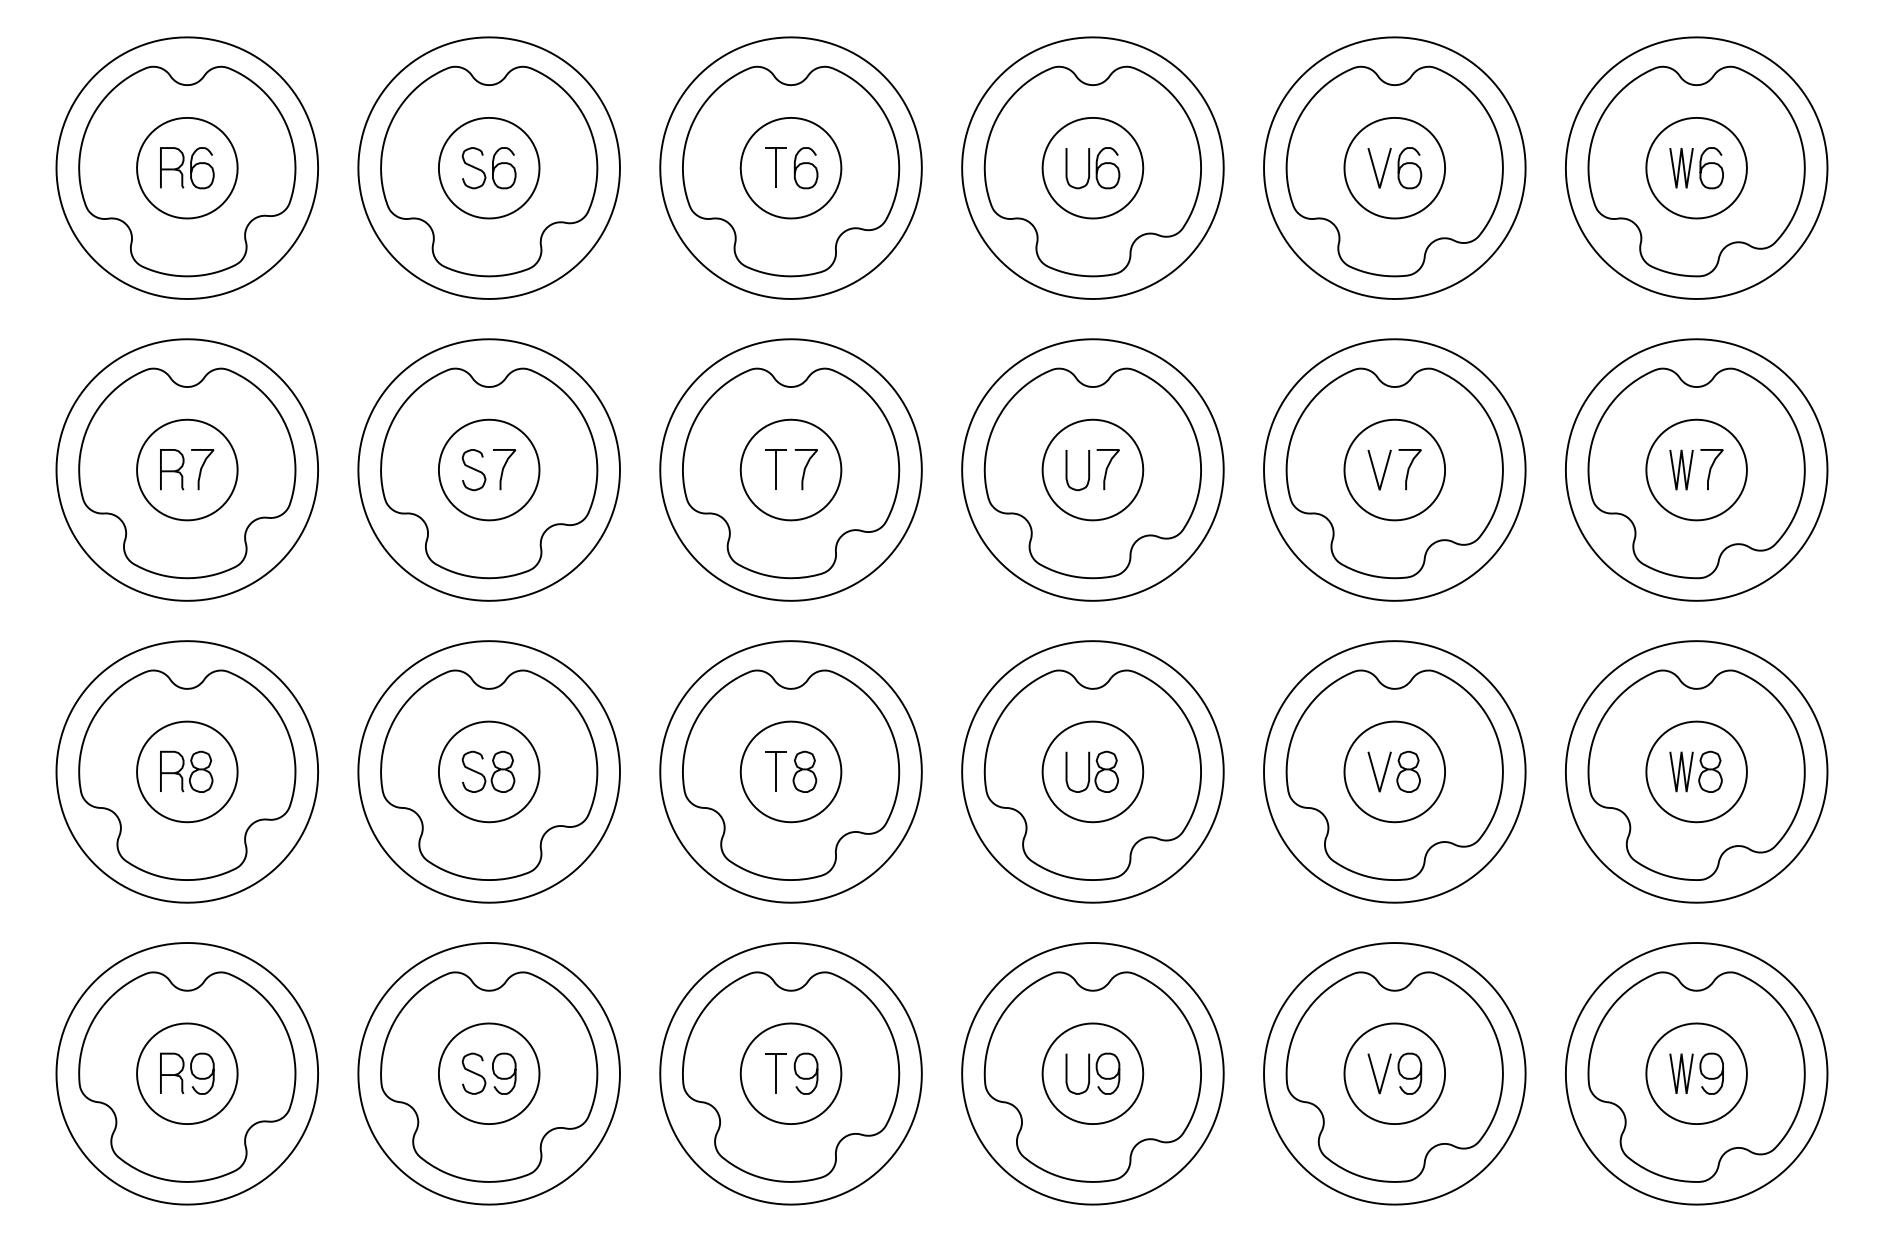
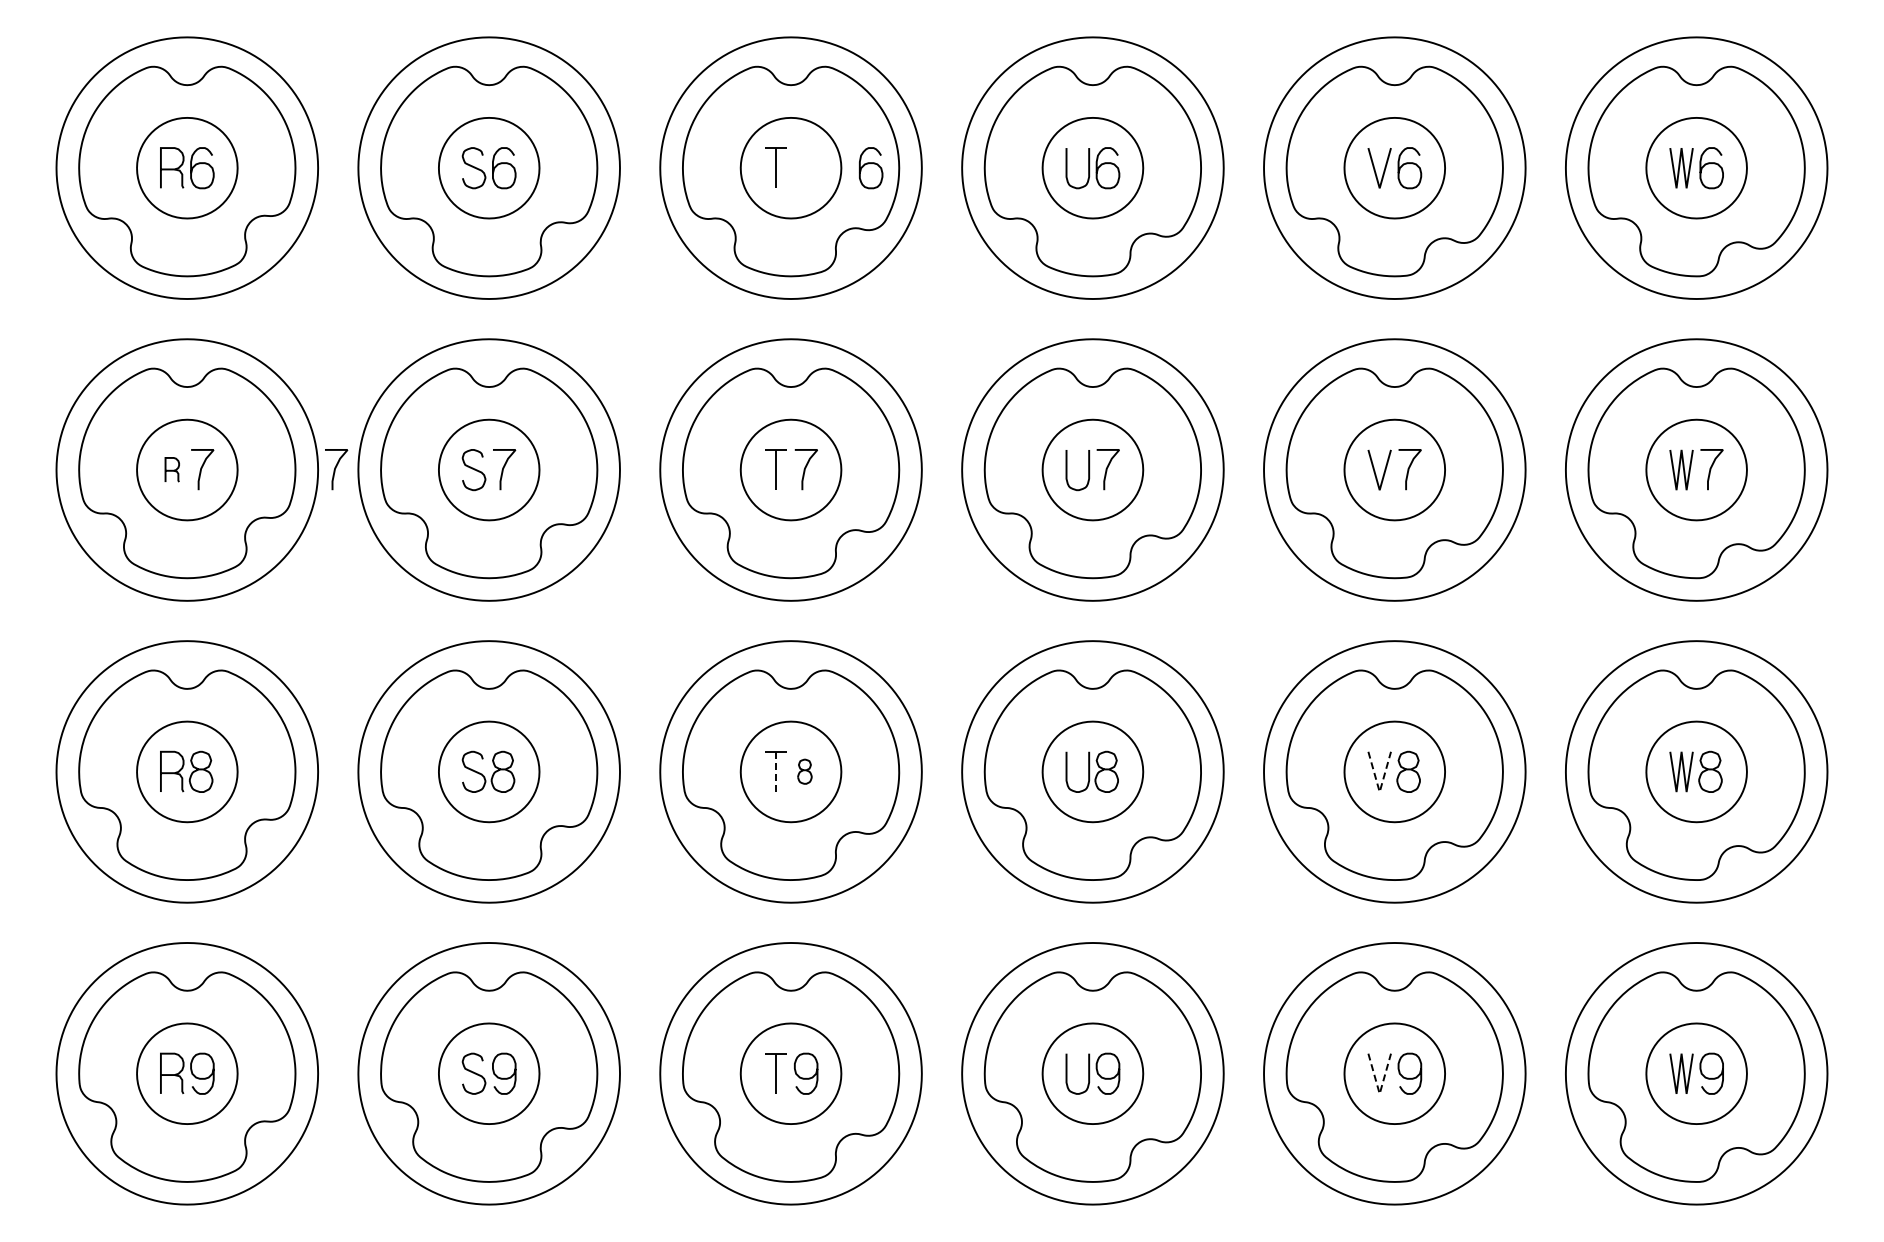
curve at (803, 164) position: (803, 164) -> (868, 164)
curve at (336, 468): none -> present
part at (172, 469) size: 25x42 px -> 16x26 px
part at (804, 771) size: 26x43 px -> 16x27 px
line at (775, 772): solid -> dashed
line at (1379, 792): solid -> dashed
line at (1379, 1093): solid -> dashed
